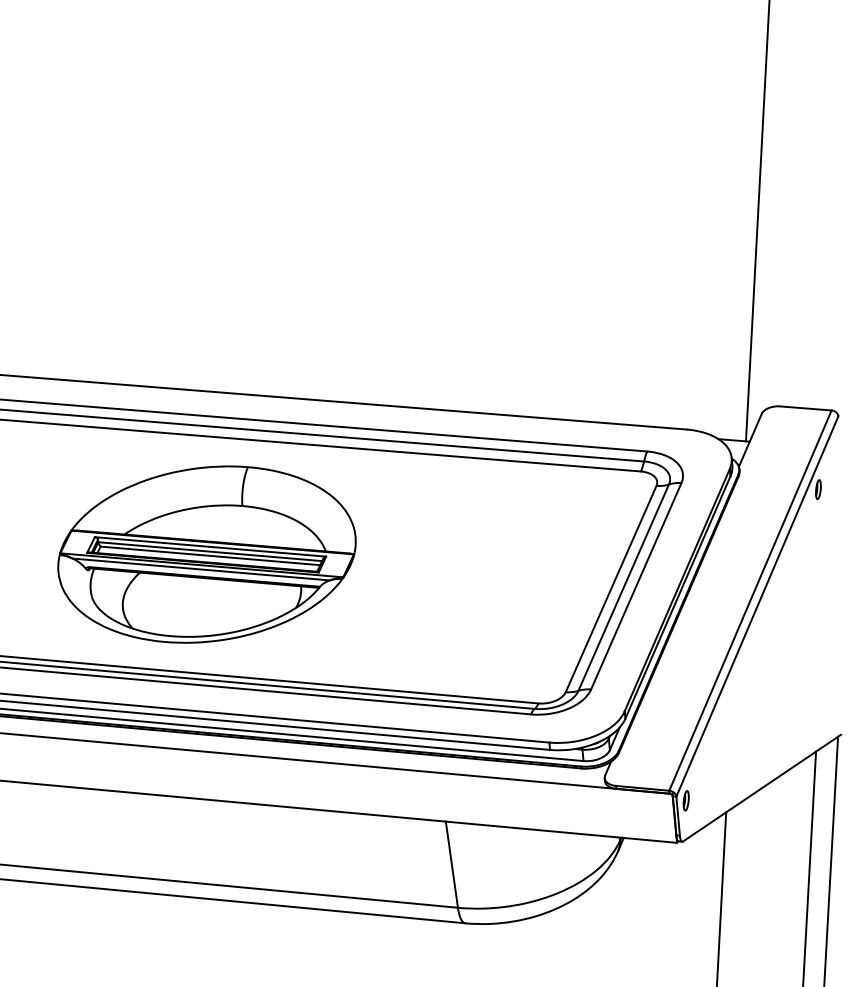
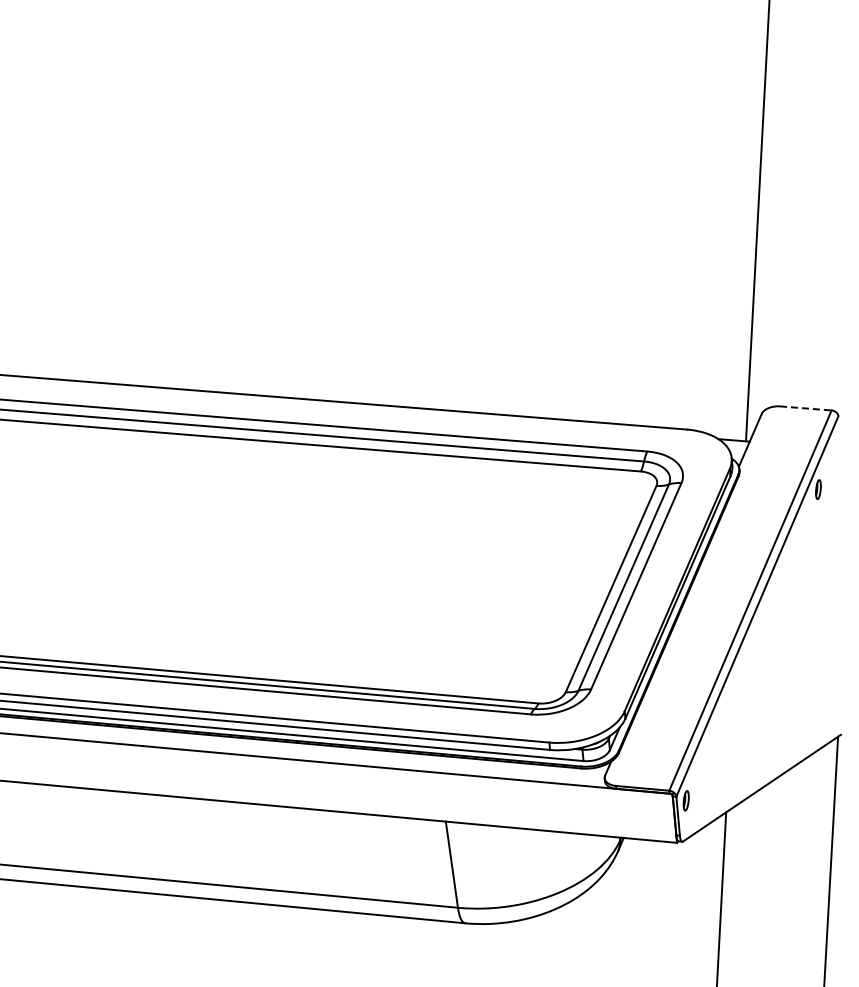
line at (805, 408): solid -> dashed
part at (206, 554): present -> none
line at (809, 867): present -> none
